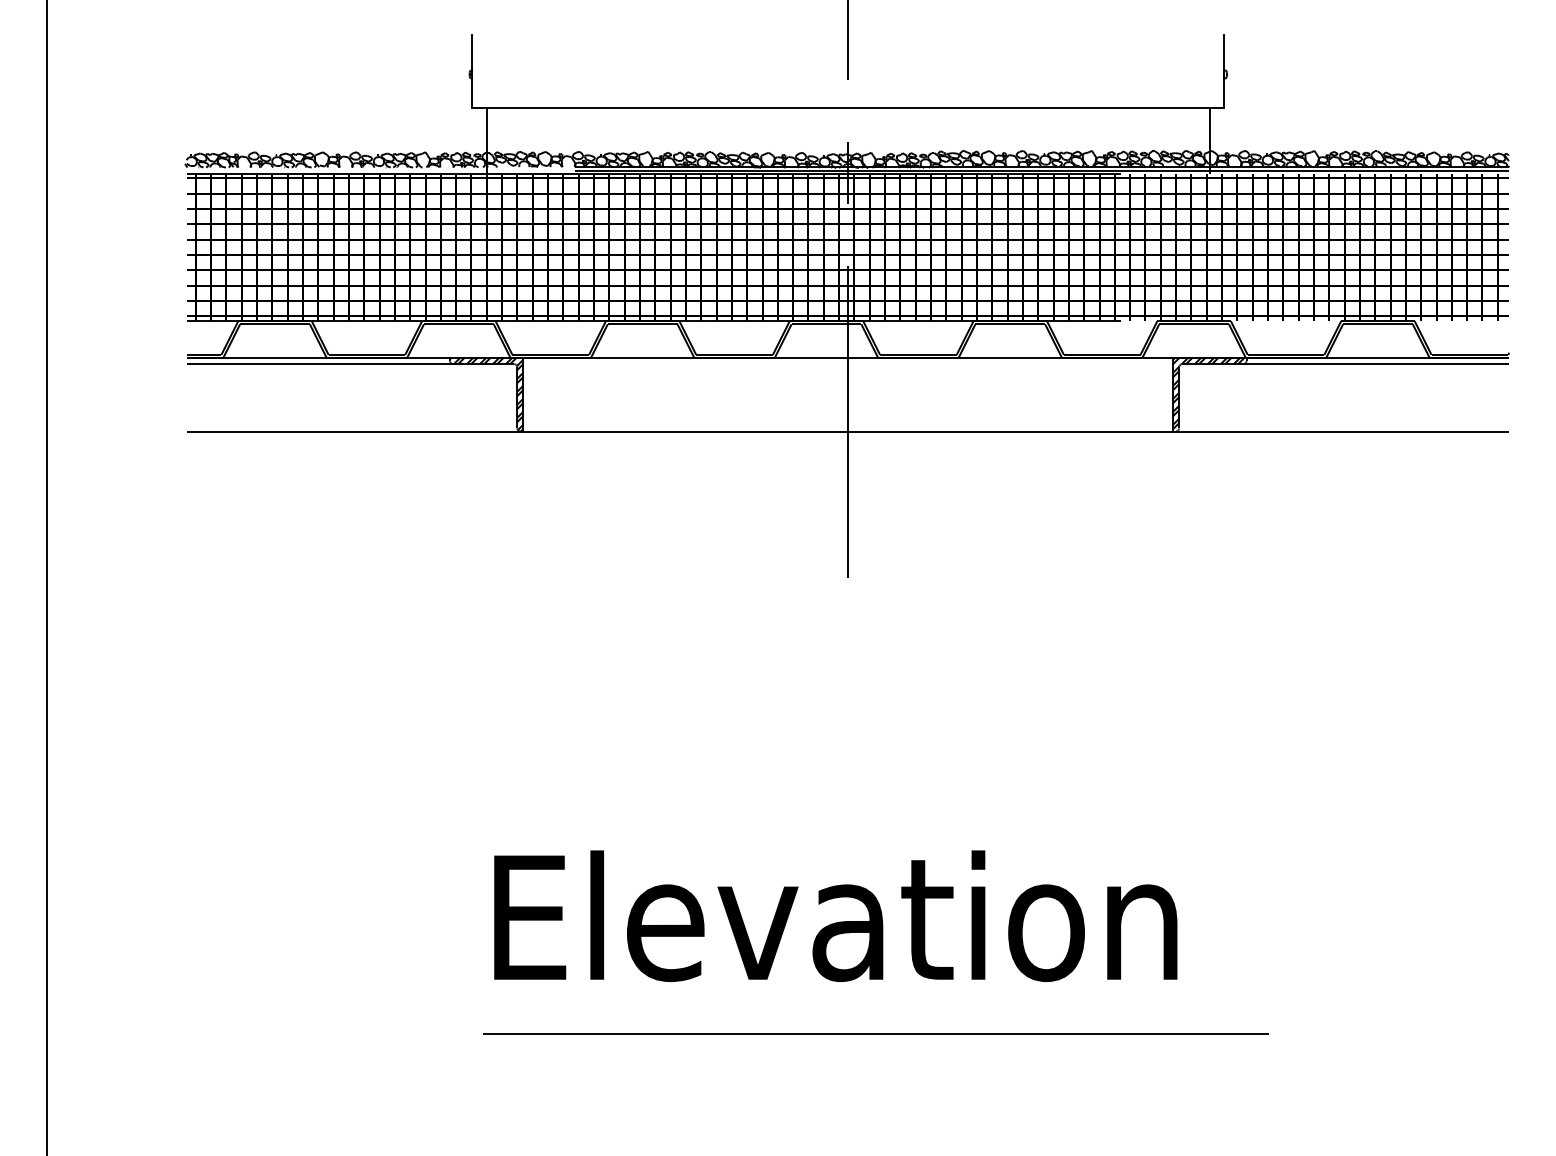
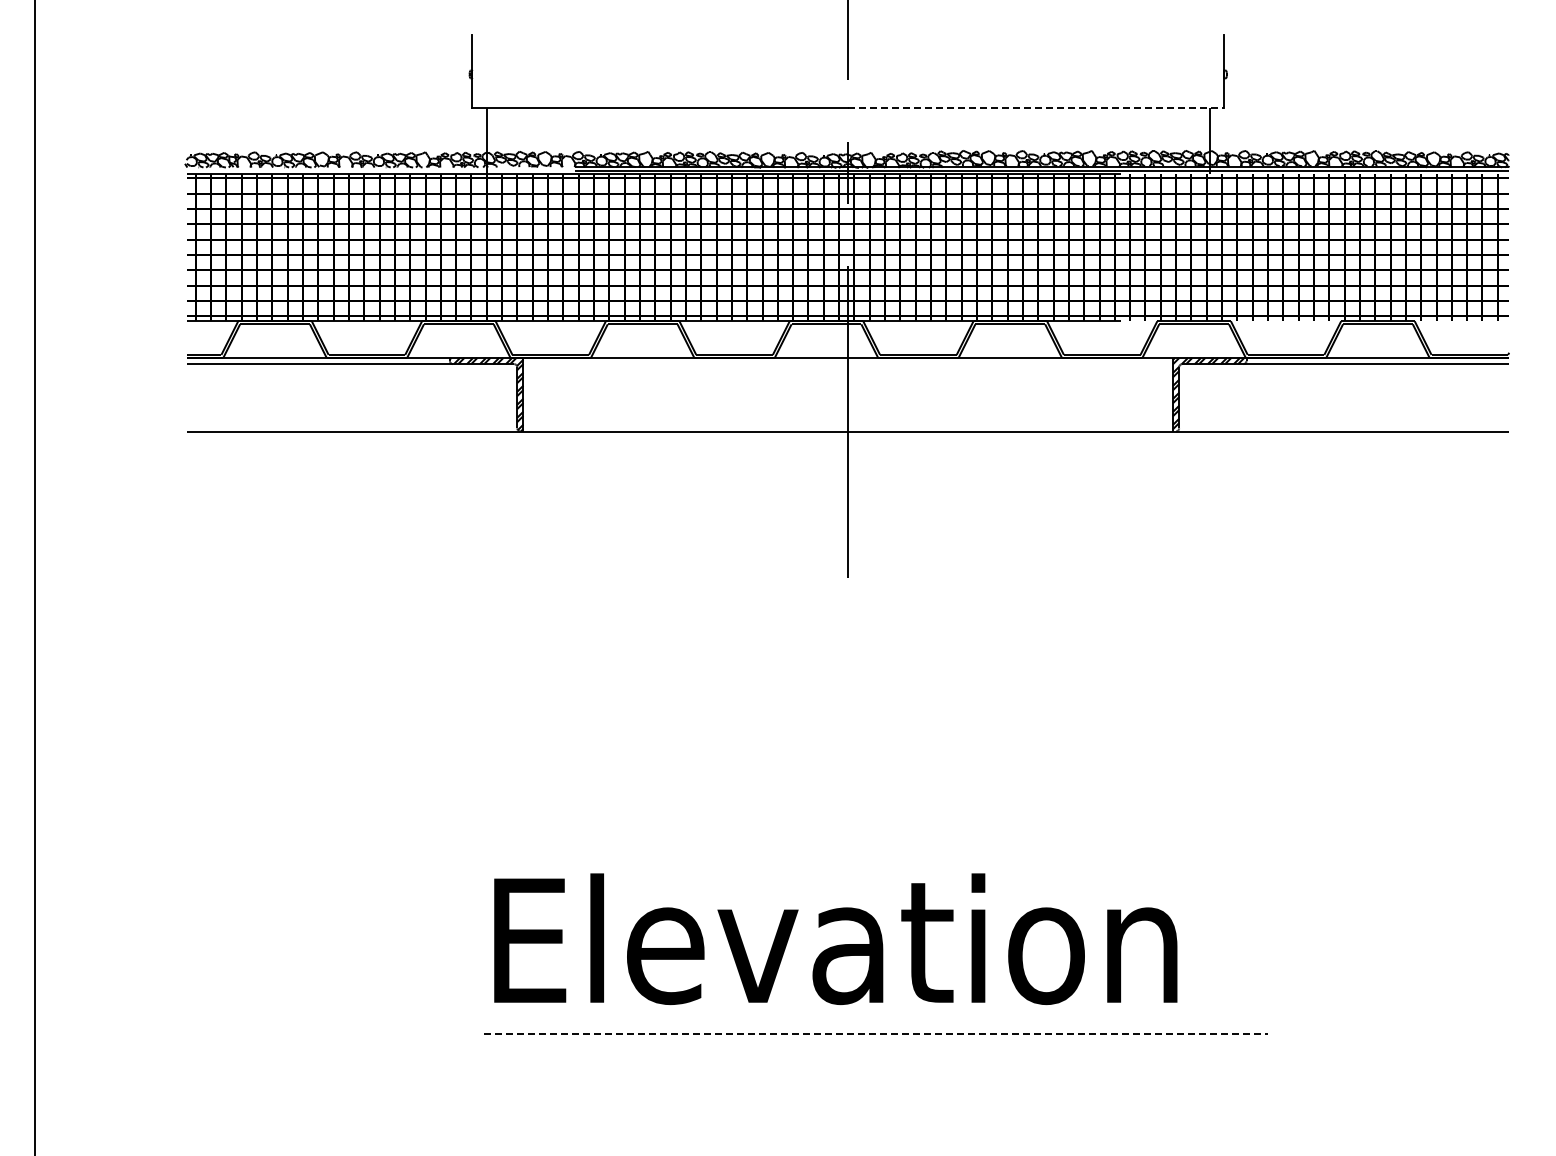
line at (1036, 107): solid -> dashed
line at (46, 577) position: (46, 577) -> (34, 577)
text at (835, 915) position: (835, 915) -> (835, 938)
line at (876, 1034): solid -> dashed
